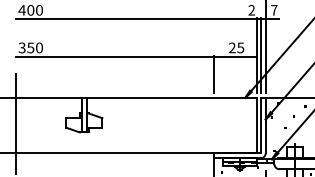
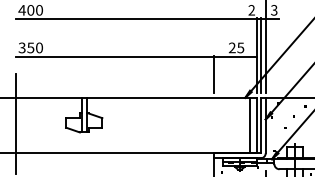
text at (274, 10): 7 -> 3
line at (250, 125): none -> present
